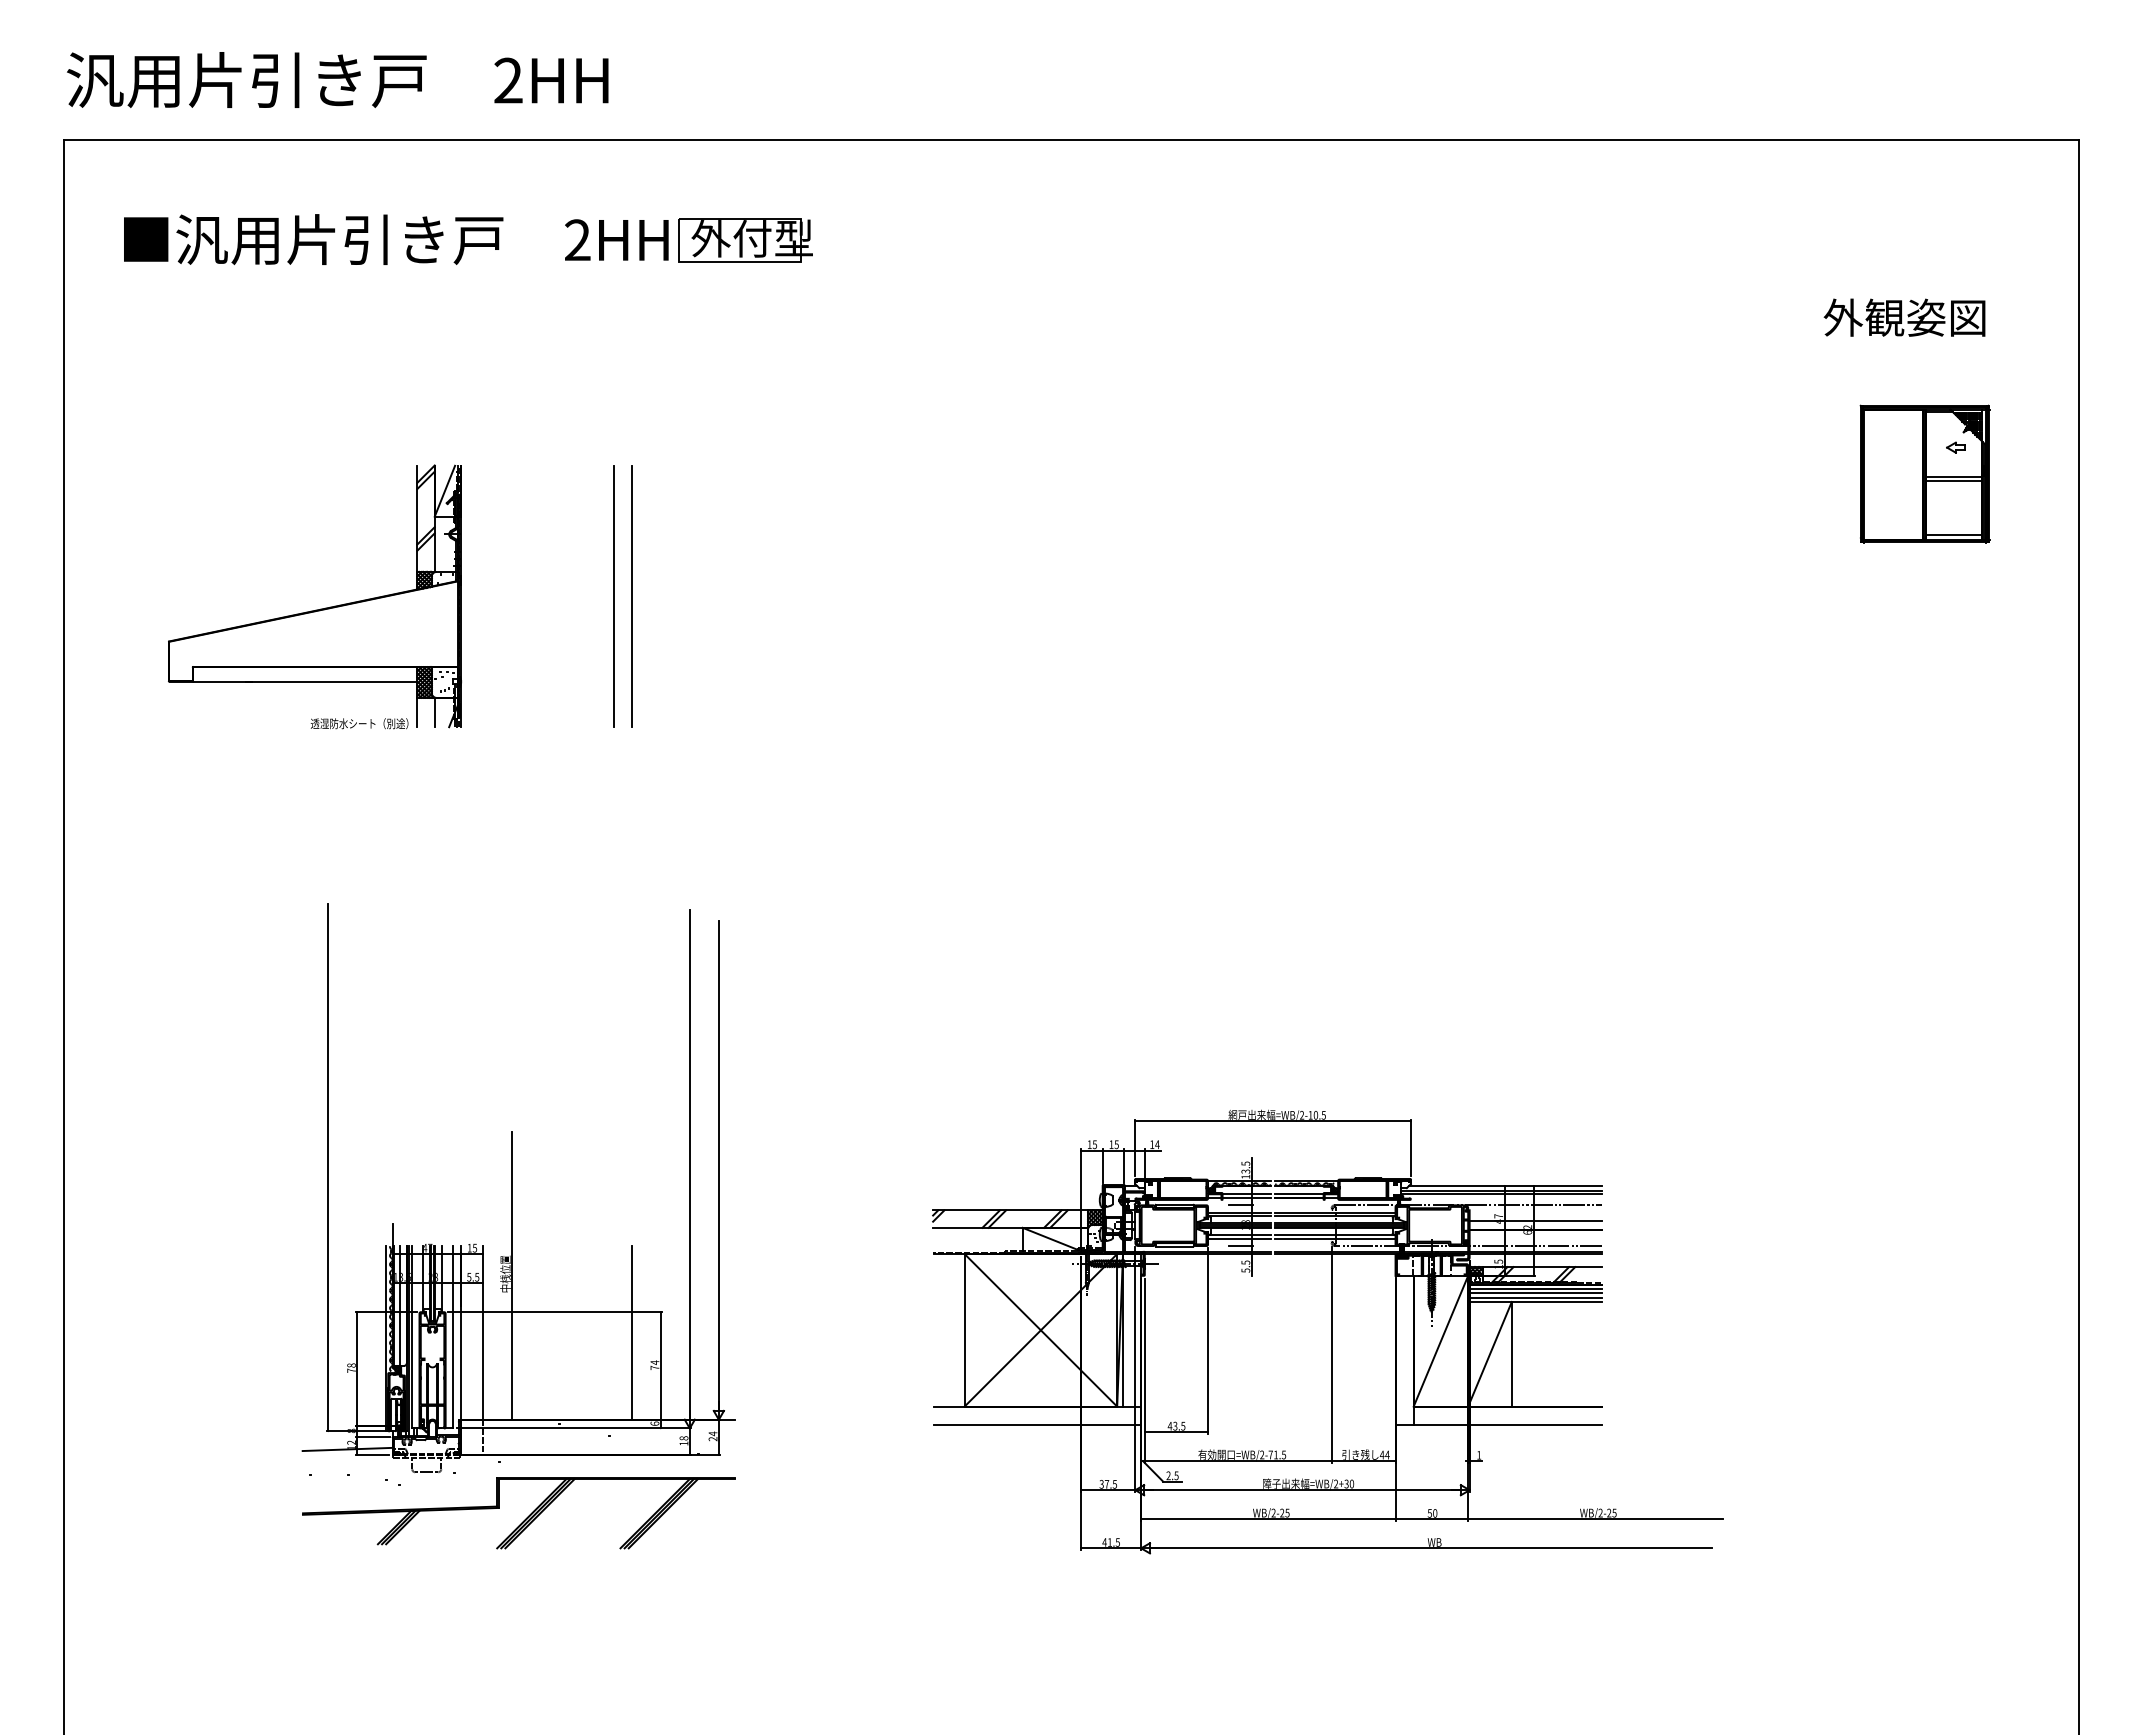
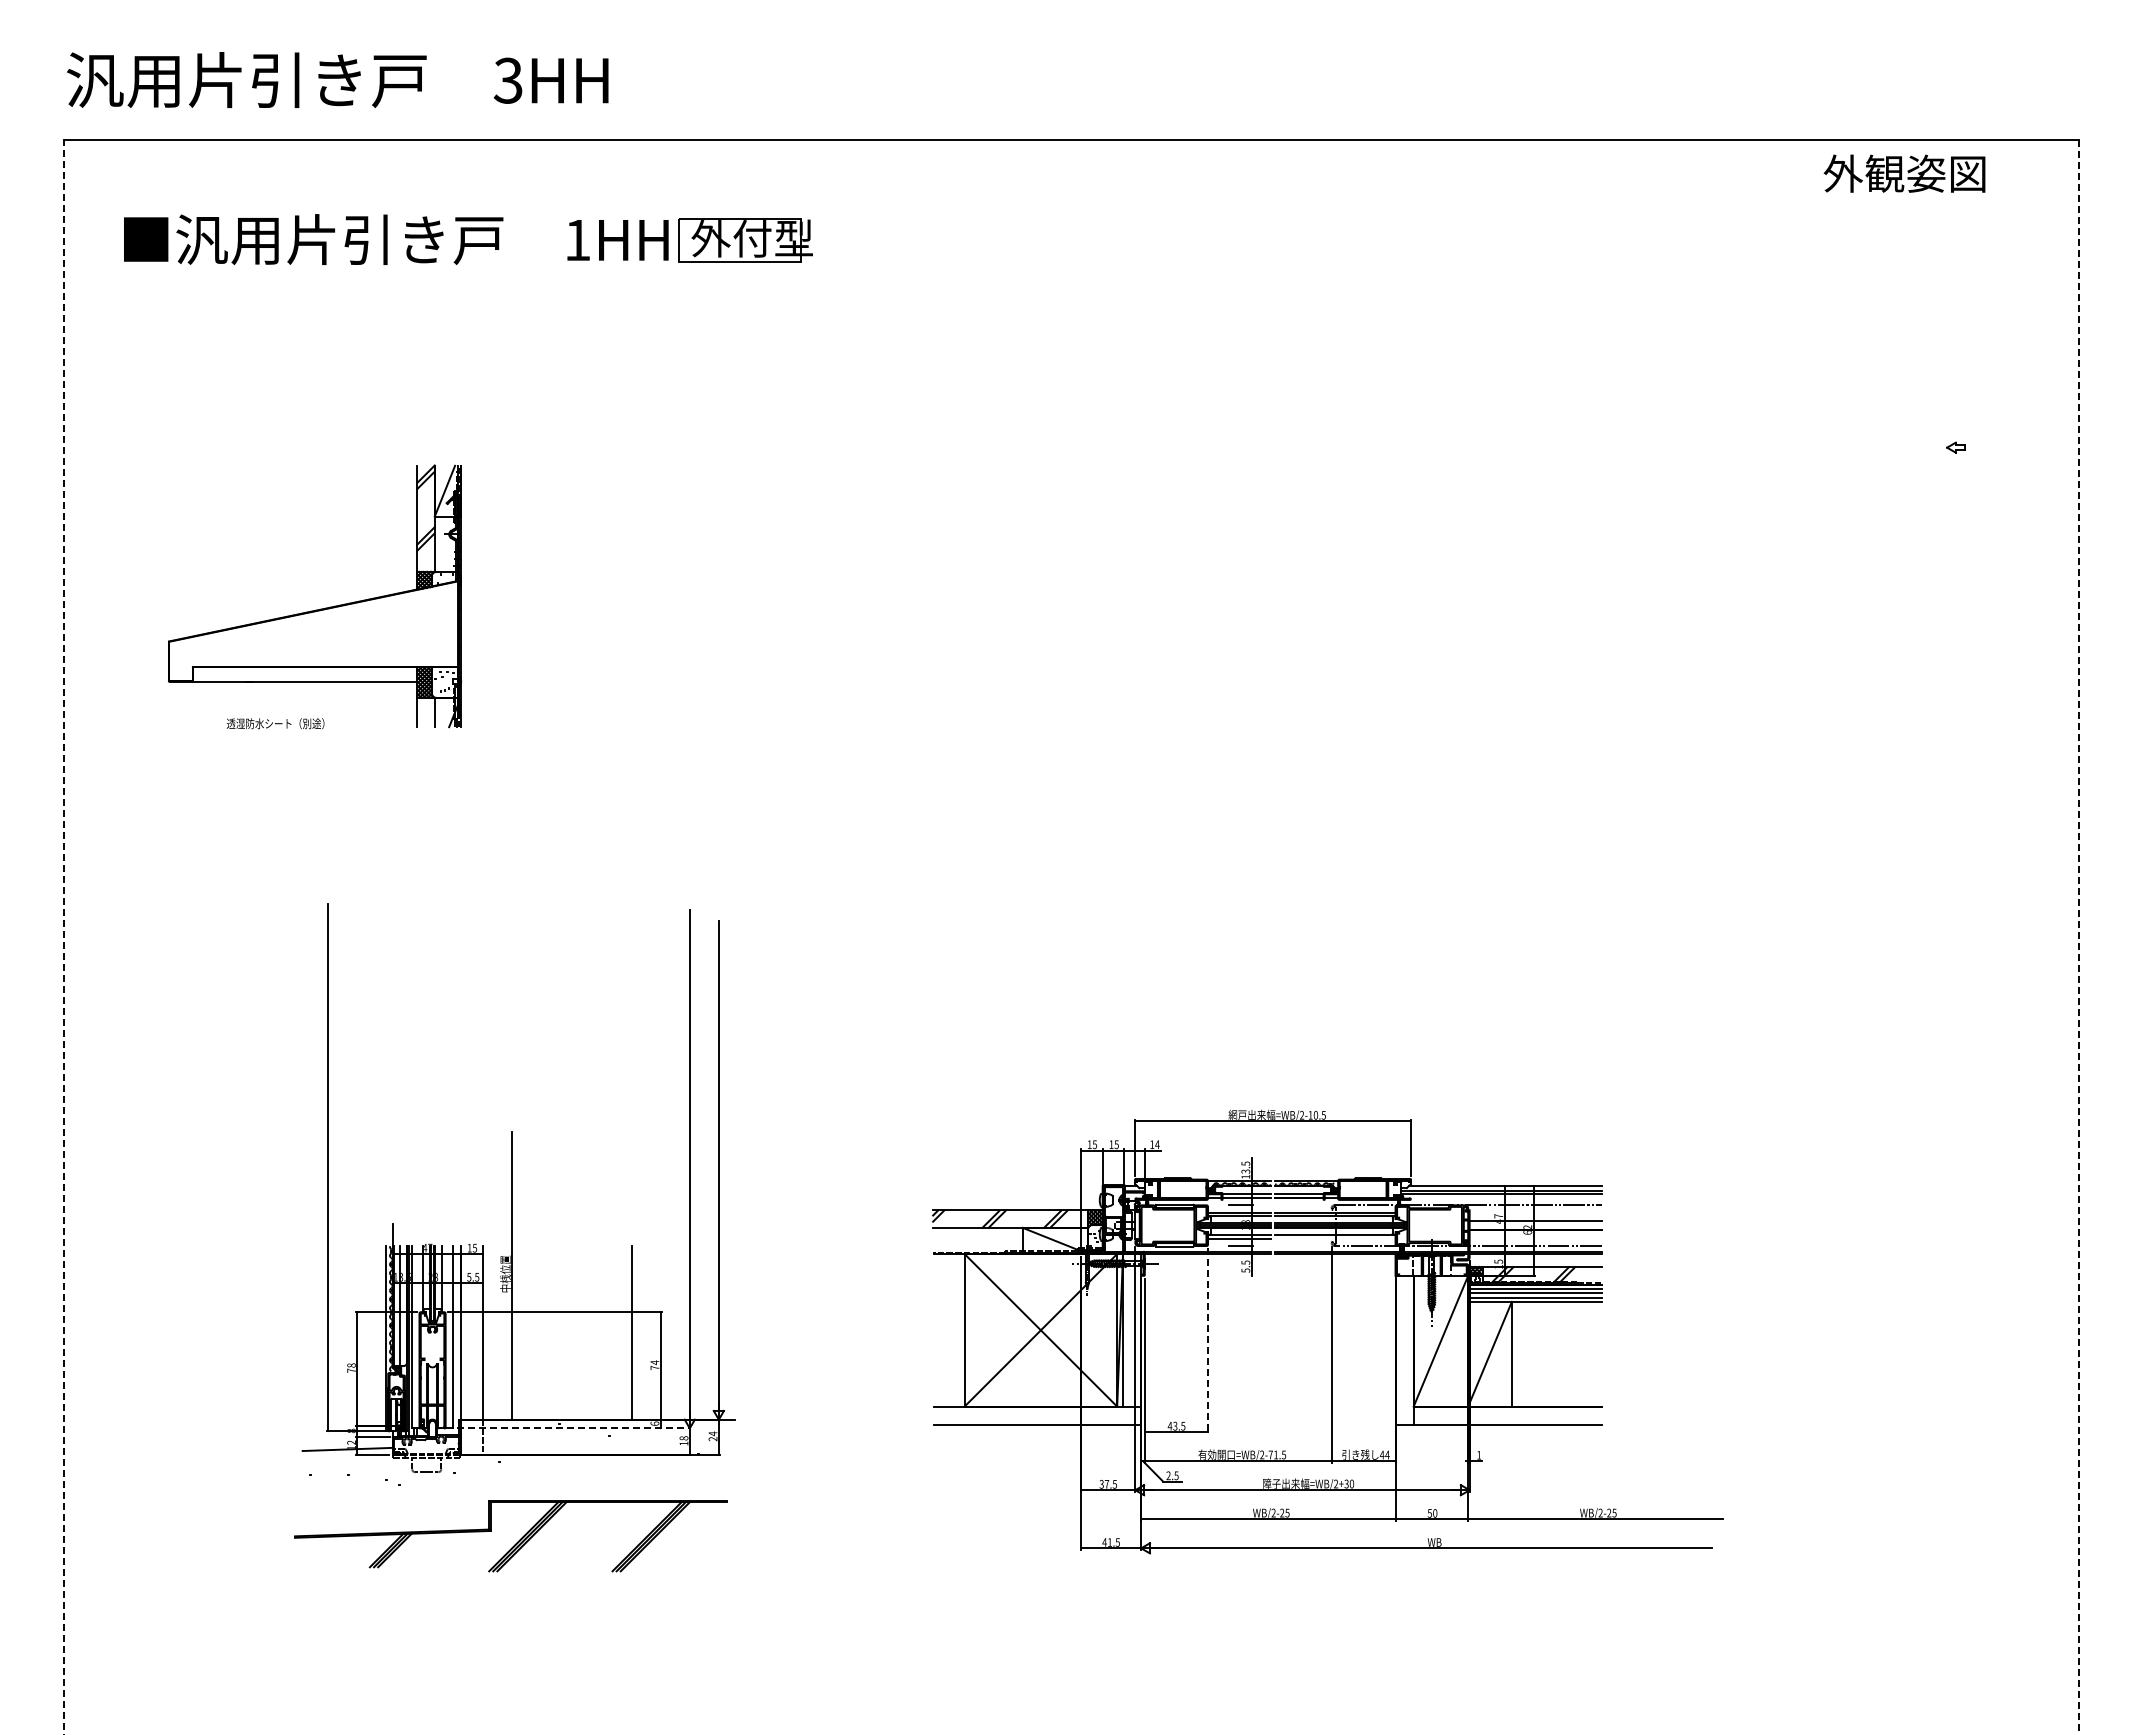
text at (507, 80): 2HH -> 3HH
text at (577, 239): 2HH -> 1HH
text at (1904, 317) position: (1904, 317) -> (1904, 173)
part at (1924, 473): present -> none
line at (613, 596): present -> none
line at (631, 596): present -> none
text at (359, 723) position: (359, 723) -> (275, 723)
line at (64, 936): solid -> dashed
line at (2078, 937): solid -> dashed
line at (1335, 1238): present -> none
line at (1208, 1340): solid -> dashed
line at (574, 1428): solid -> dashed
part at (524, 1519) position: (524, 1519) -> (516, 1542)
